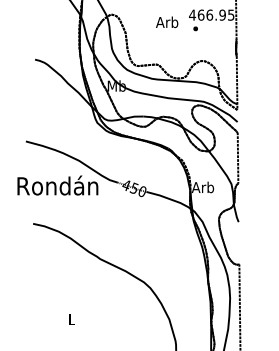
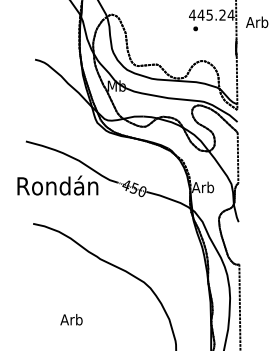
text at (215, 14): 466.95 -> 445.24
text at (167, 21) position: (167, 21) -> (257, 21)
text at (71, 319): L -> Arb
